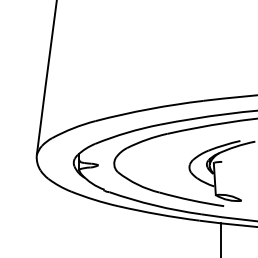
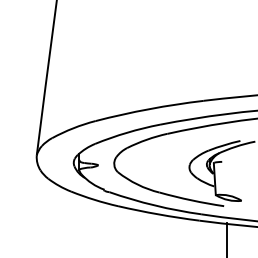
line at (221, 238) position: (221, 238) -> (227, 238)
